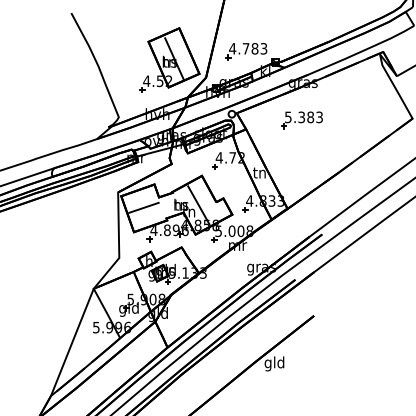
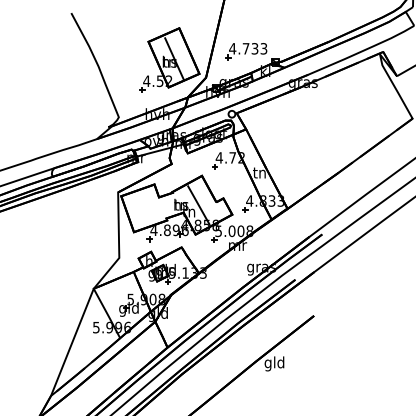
text at (254, 48): 4.783 -> 4.733
part at (301, 120): present -> none
line at (143, 207): present -> none
